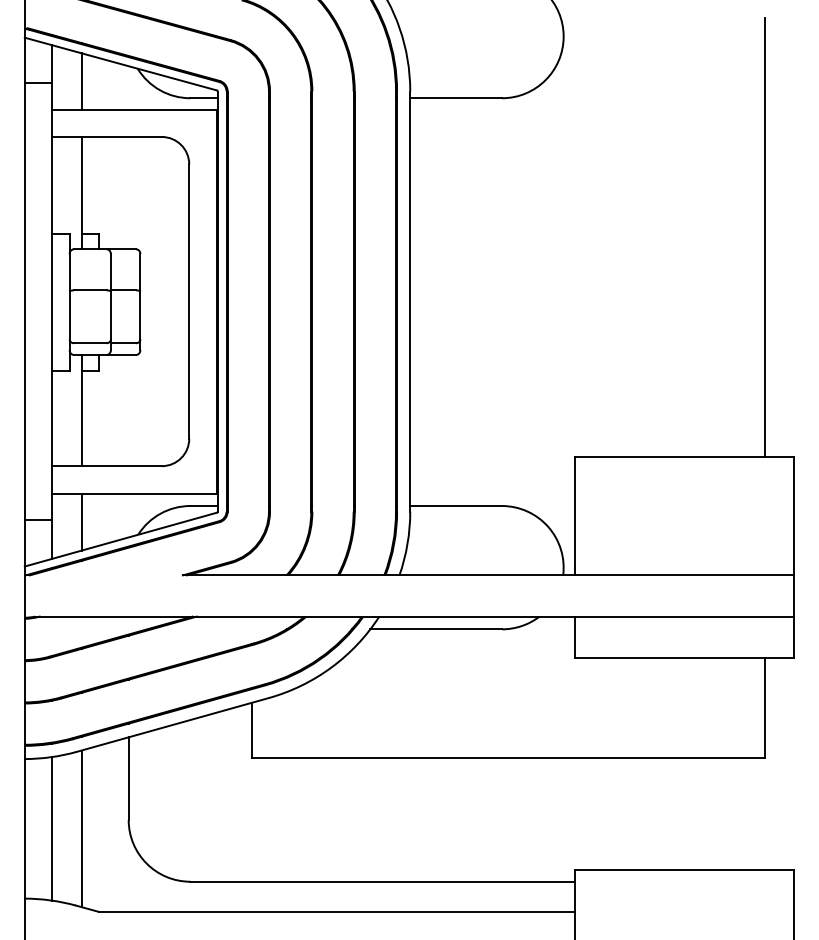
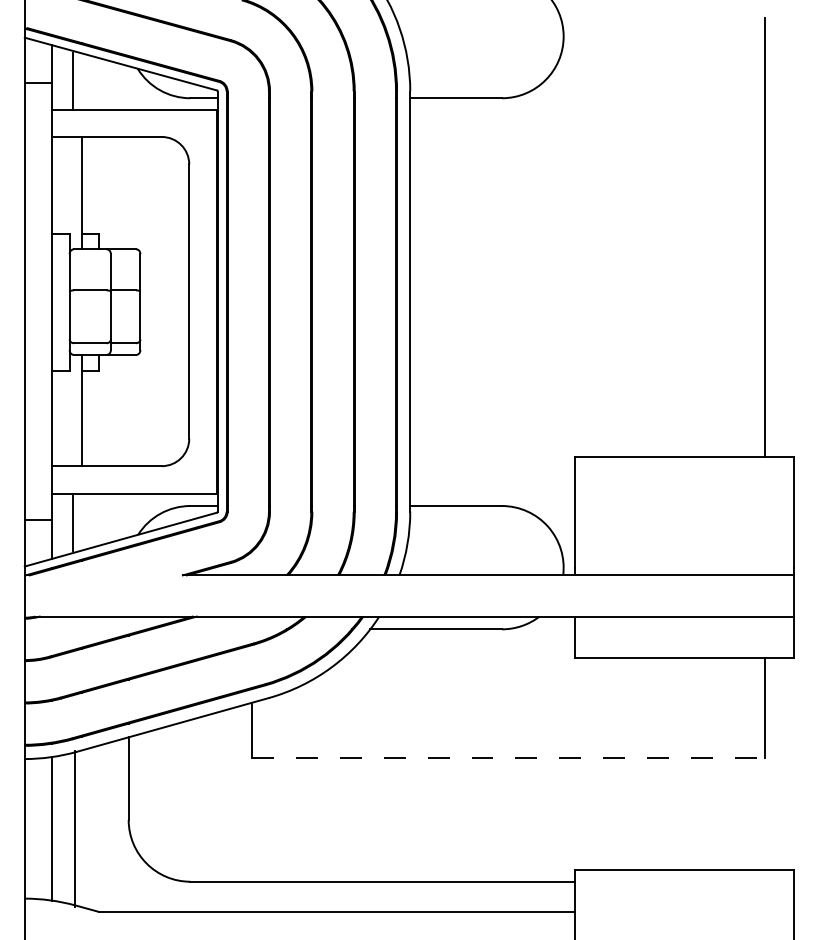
line at (81, 81) position: (81, 81) -> (72, 81)
line at (81, 521) position: (81, 521) -> (72, 521)
line at (508, 758): solid -> dashed
line at (81, 828) position: (81, 828) -> (74, 828)
